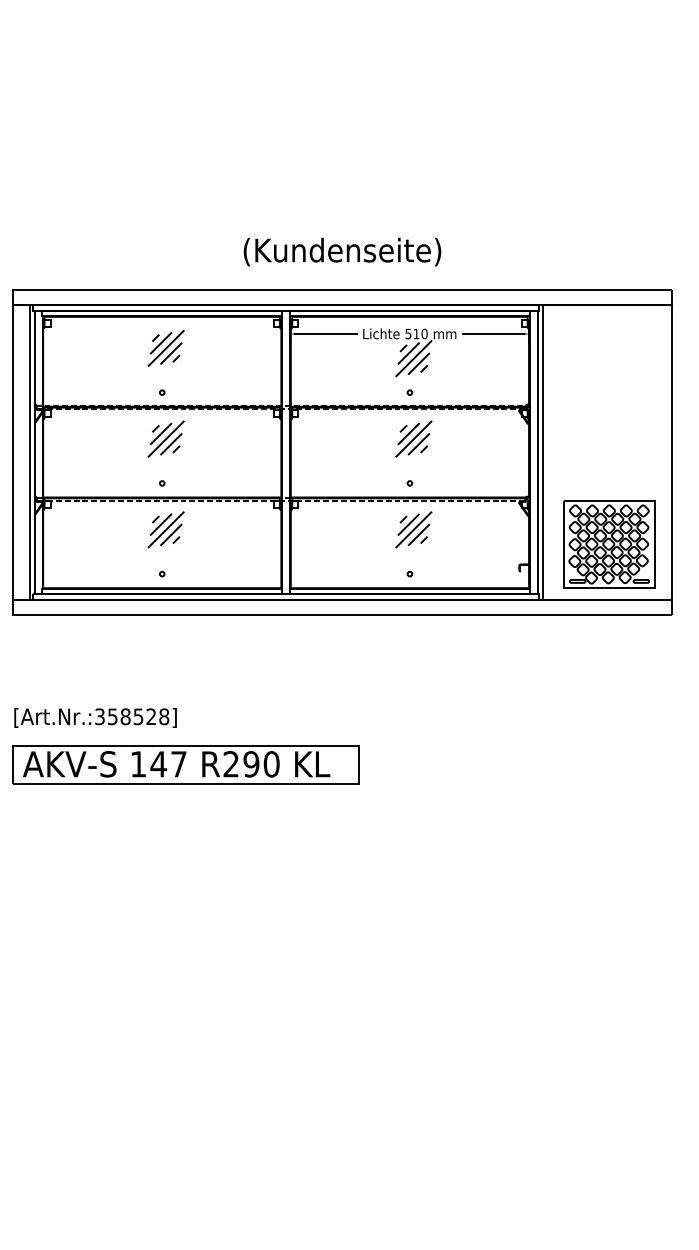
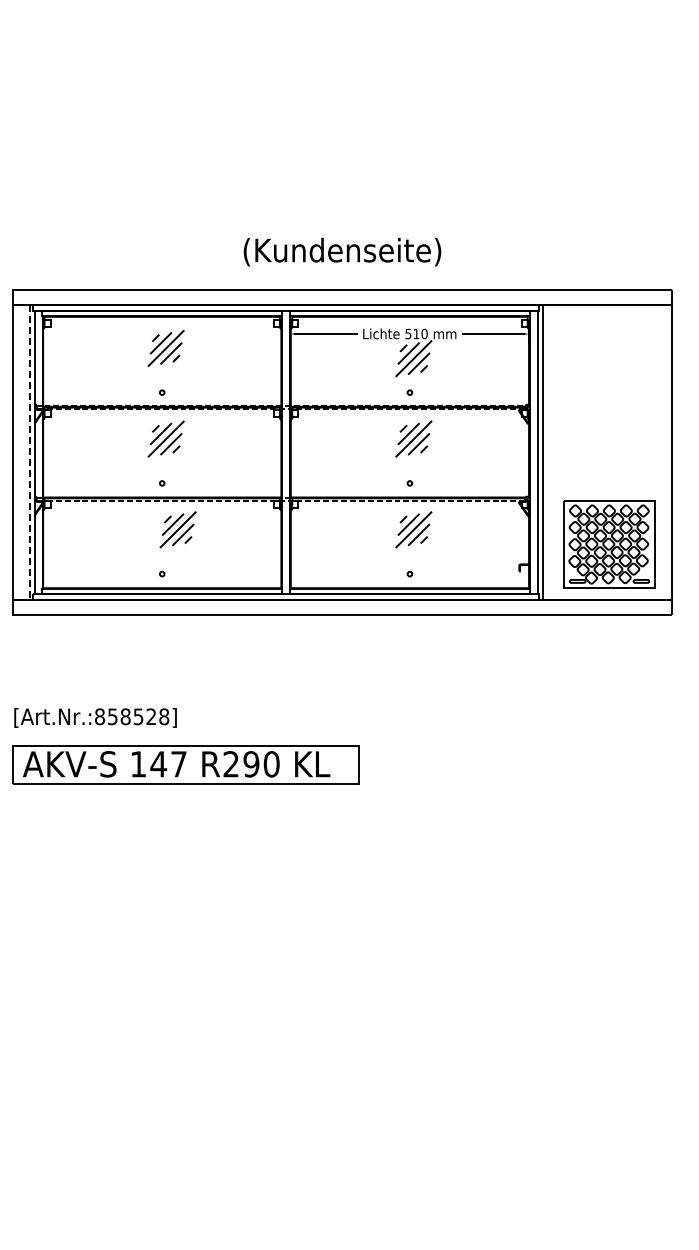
line at (30, 452): solid -> dashed
part at (165, 529) position: (165, 529) -> (177, 529)
text at (99, 716): [Art.Nr.:358528] -> [Art.Nr.:858528]
